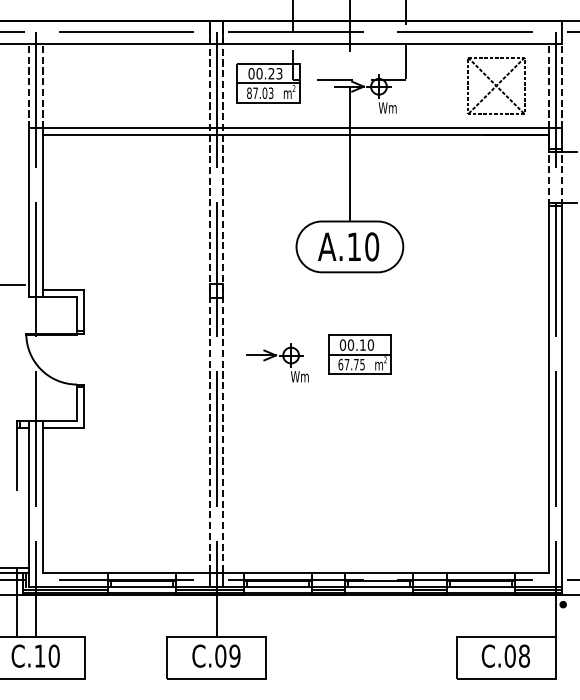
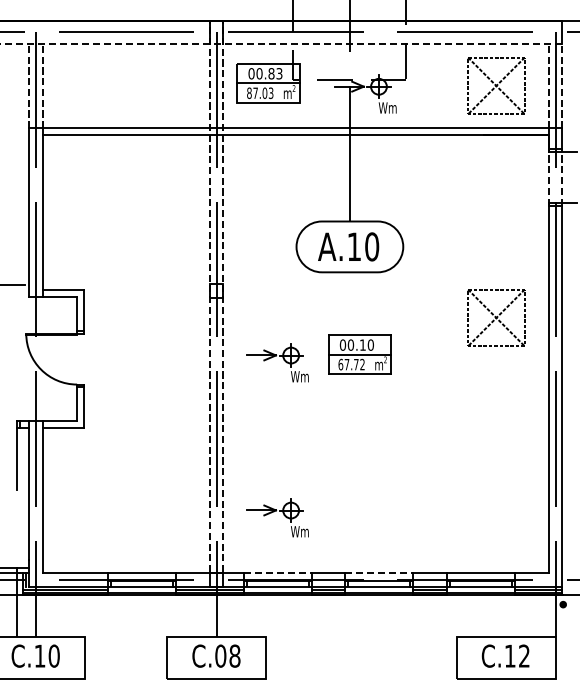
line at (280, 43): solid -> dashed
text at (271, 73): 00.23 -> 00.83
part at (496, 317): none -> present
text at (362, 364): 67.75 -> 67.72
part at (277, 517): none -> present
line at (277, 573): solid -> dashed
line at (379, 573): solid -> dashed
text at (234, 655): C.09 -> C.08
text at (516, 655): C.08 -> C.12
